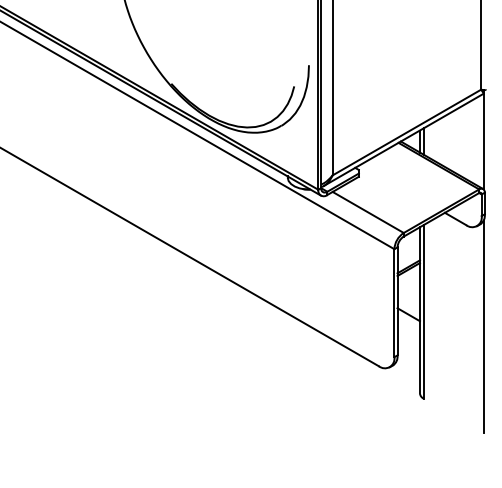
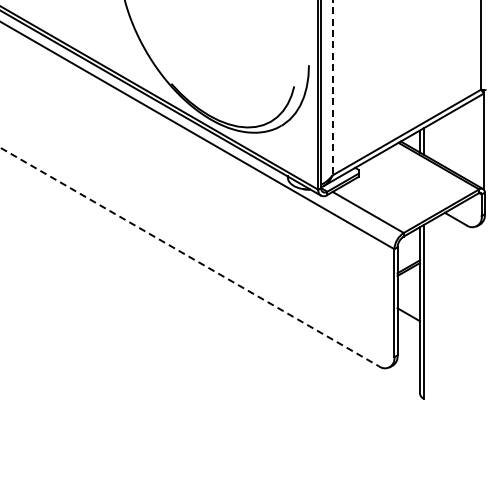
line at (332, 88): solid -> dashed
line at (190, 257): solid -> dashed
line at (483, 326): present -> none
